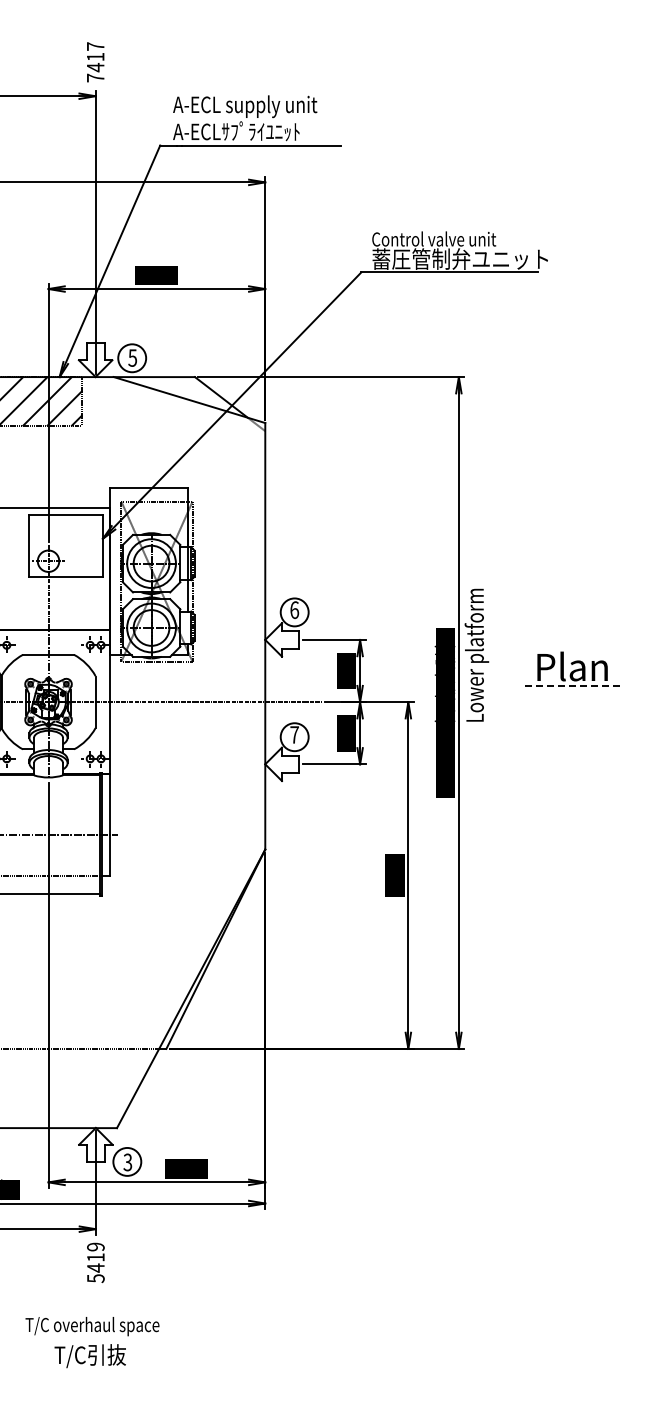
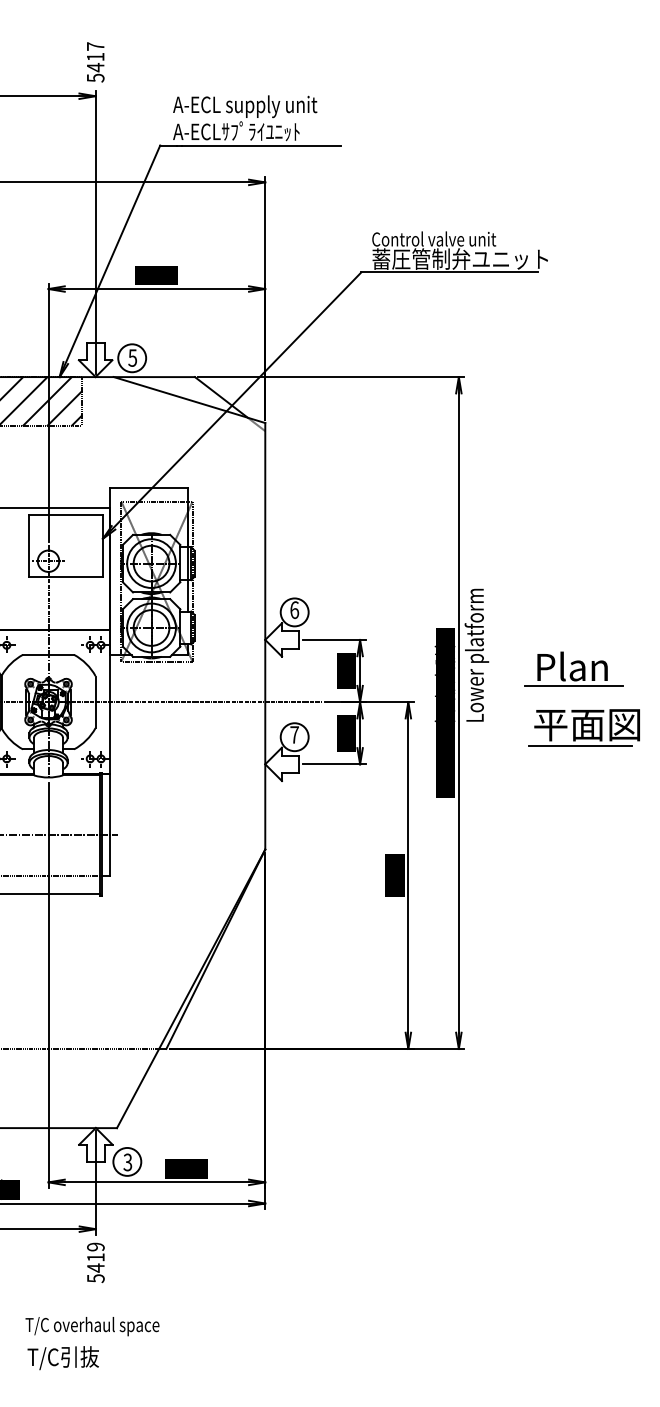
text at (95, 77): 7417 -> 5417
line at (574, 685): dashed -> solid
part at (583, 727): none -> present
text at (89, 1356) position: (89, 1356) -> (62, 1358)
